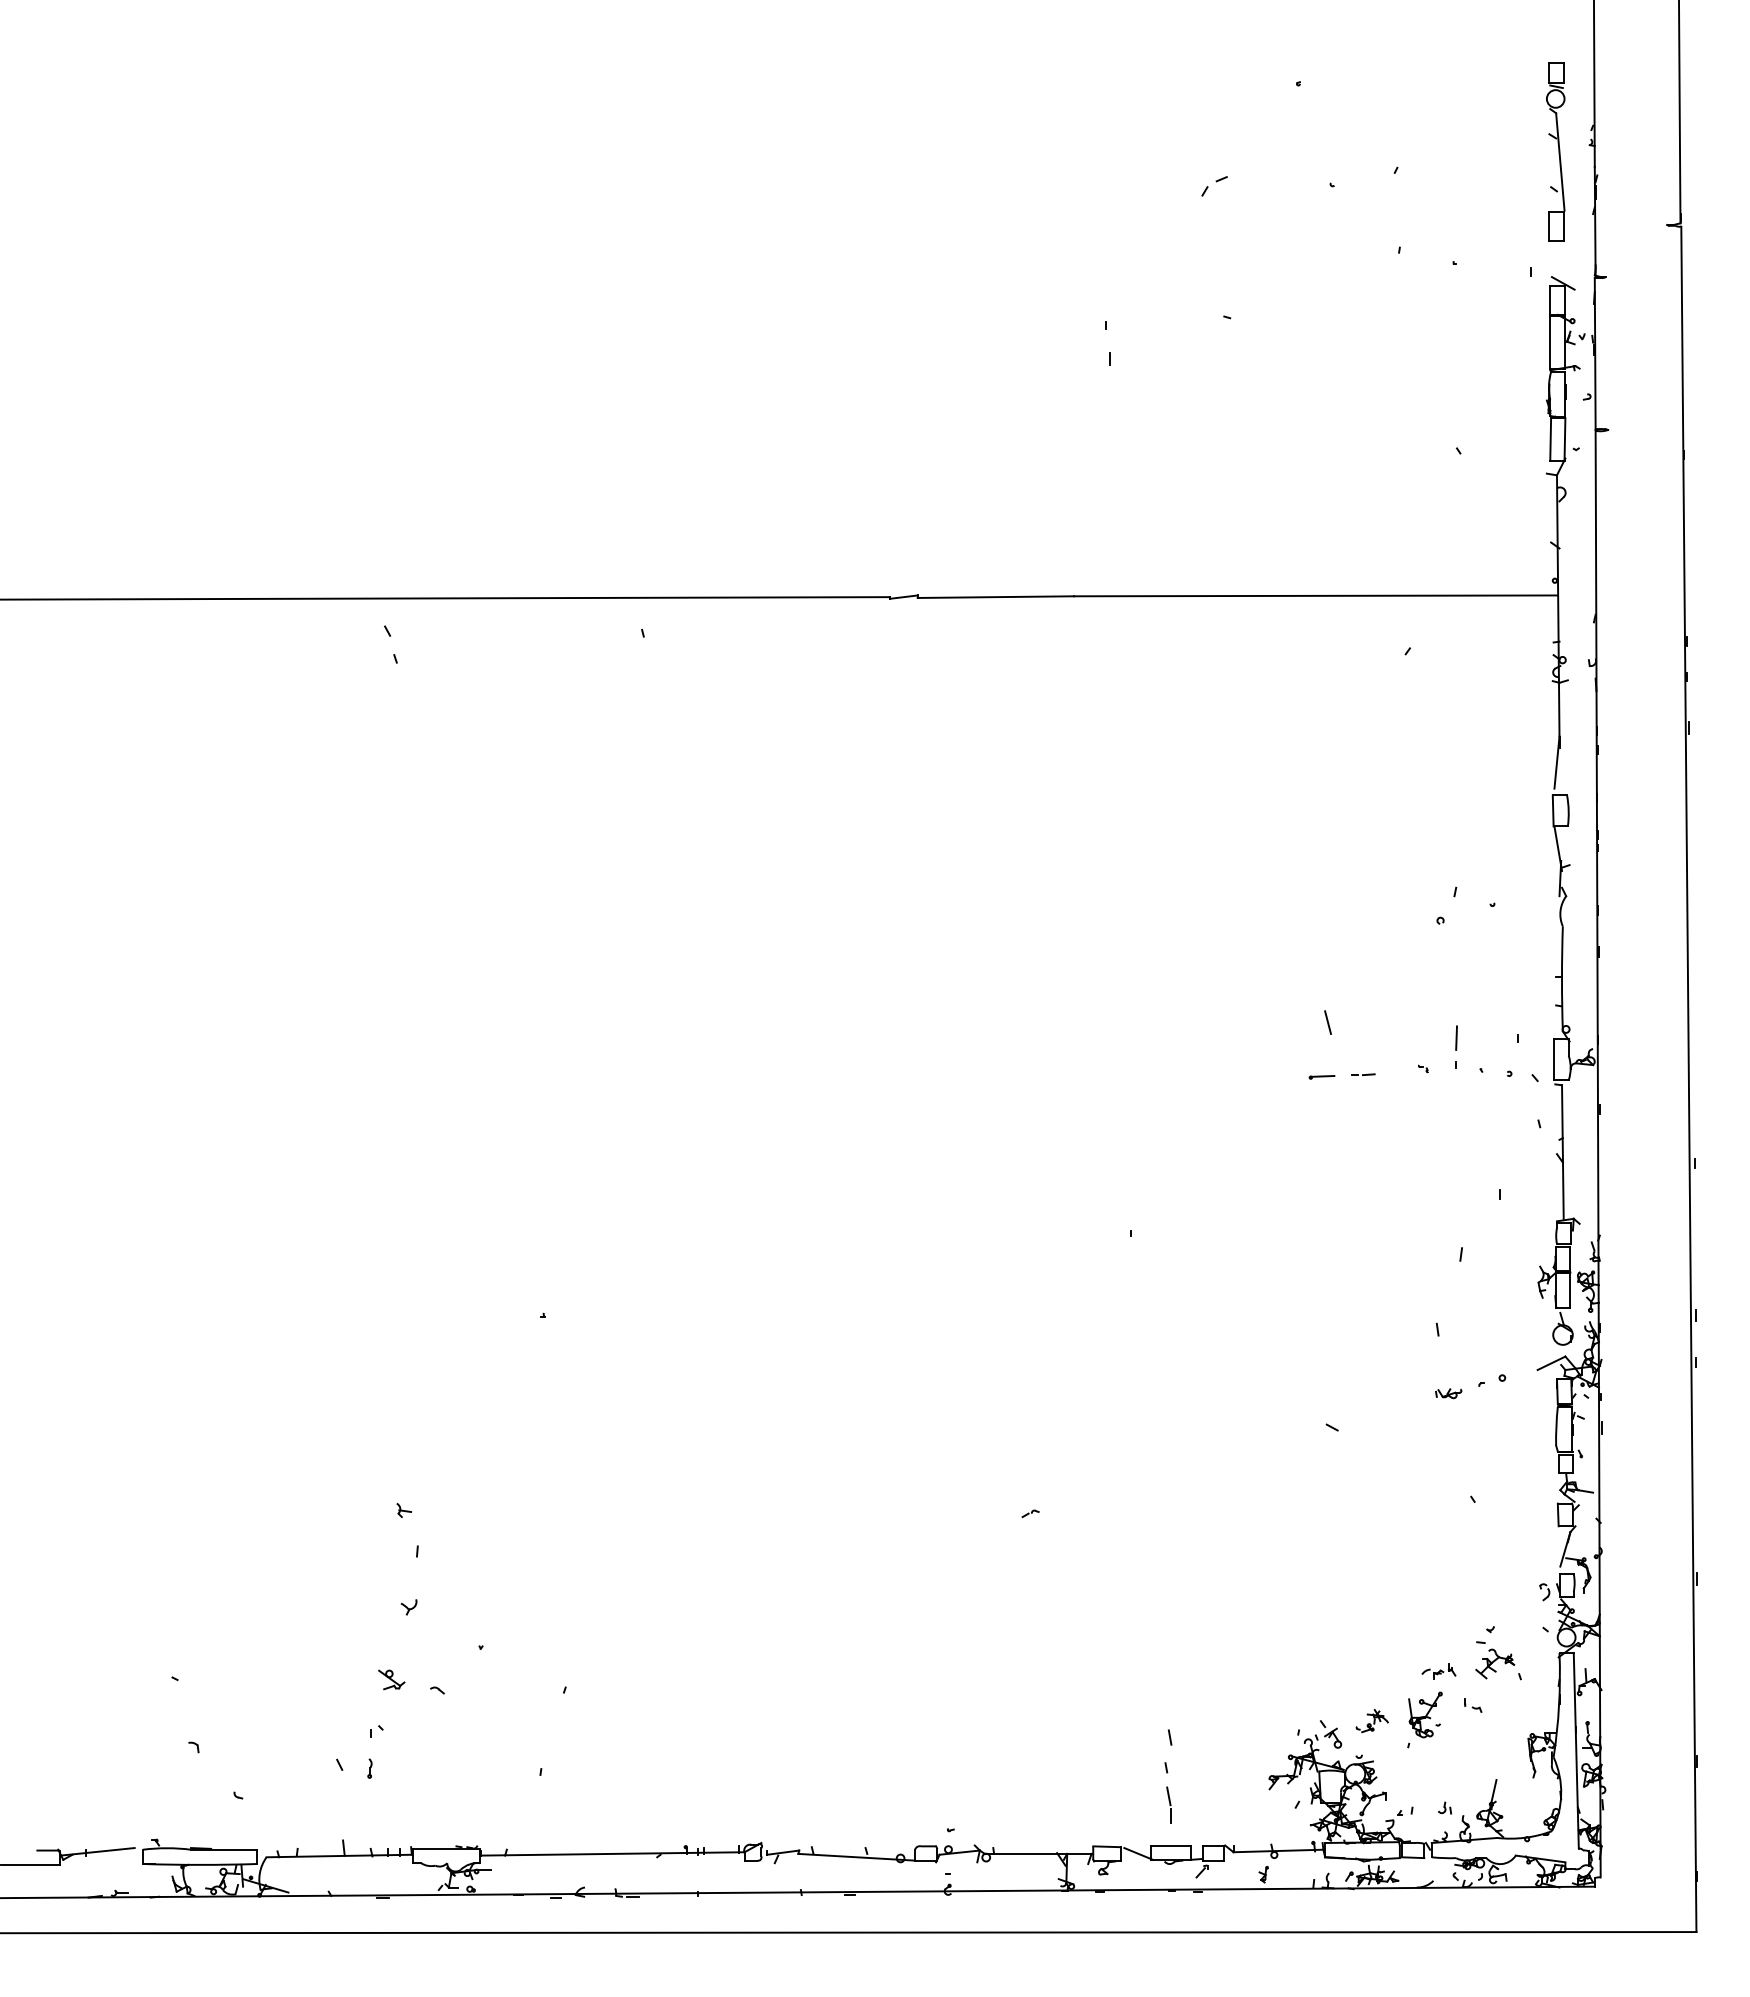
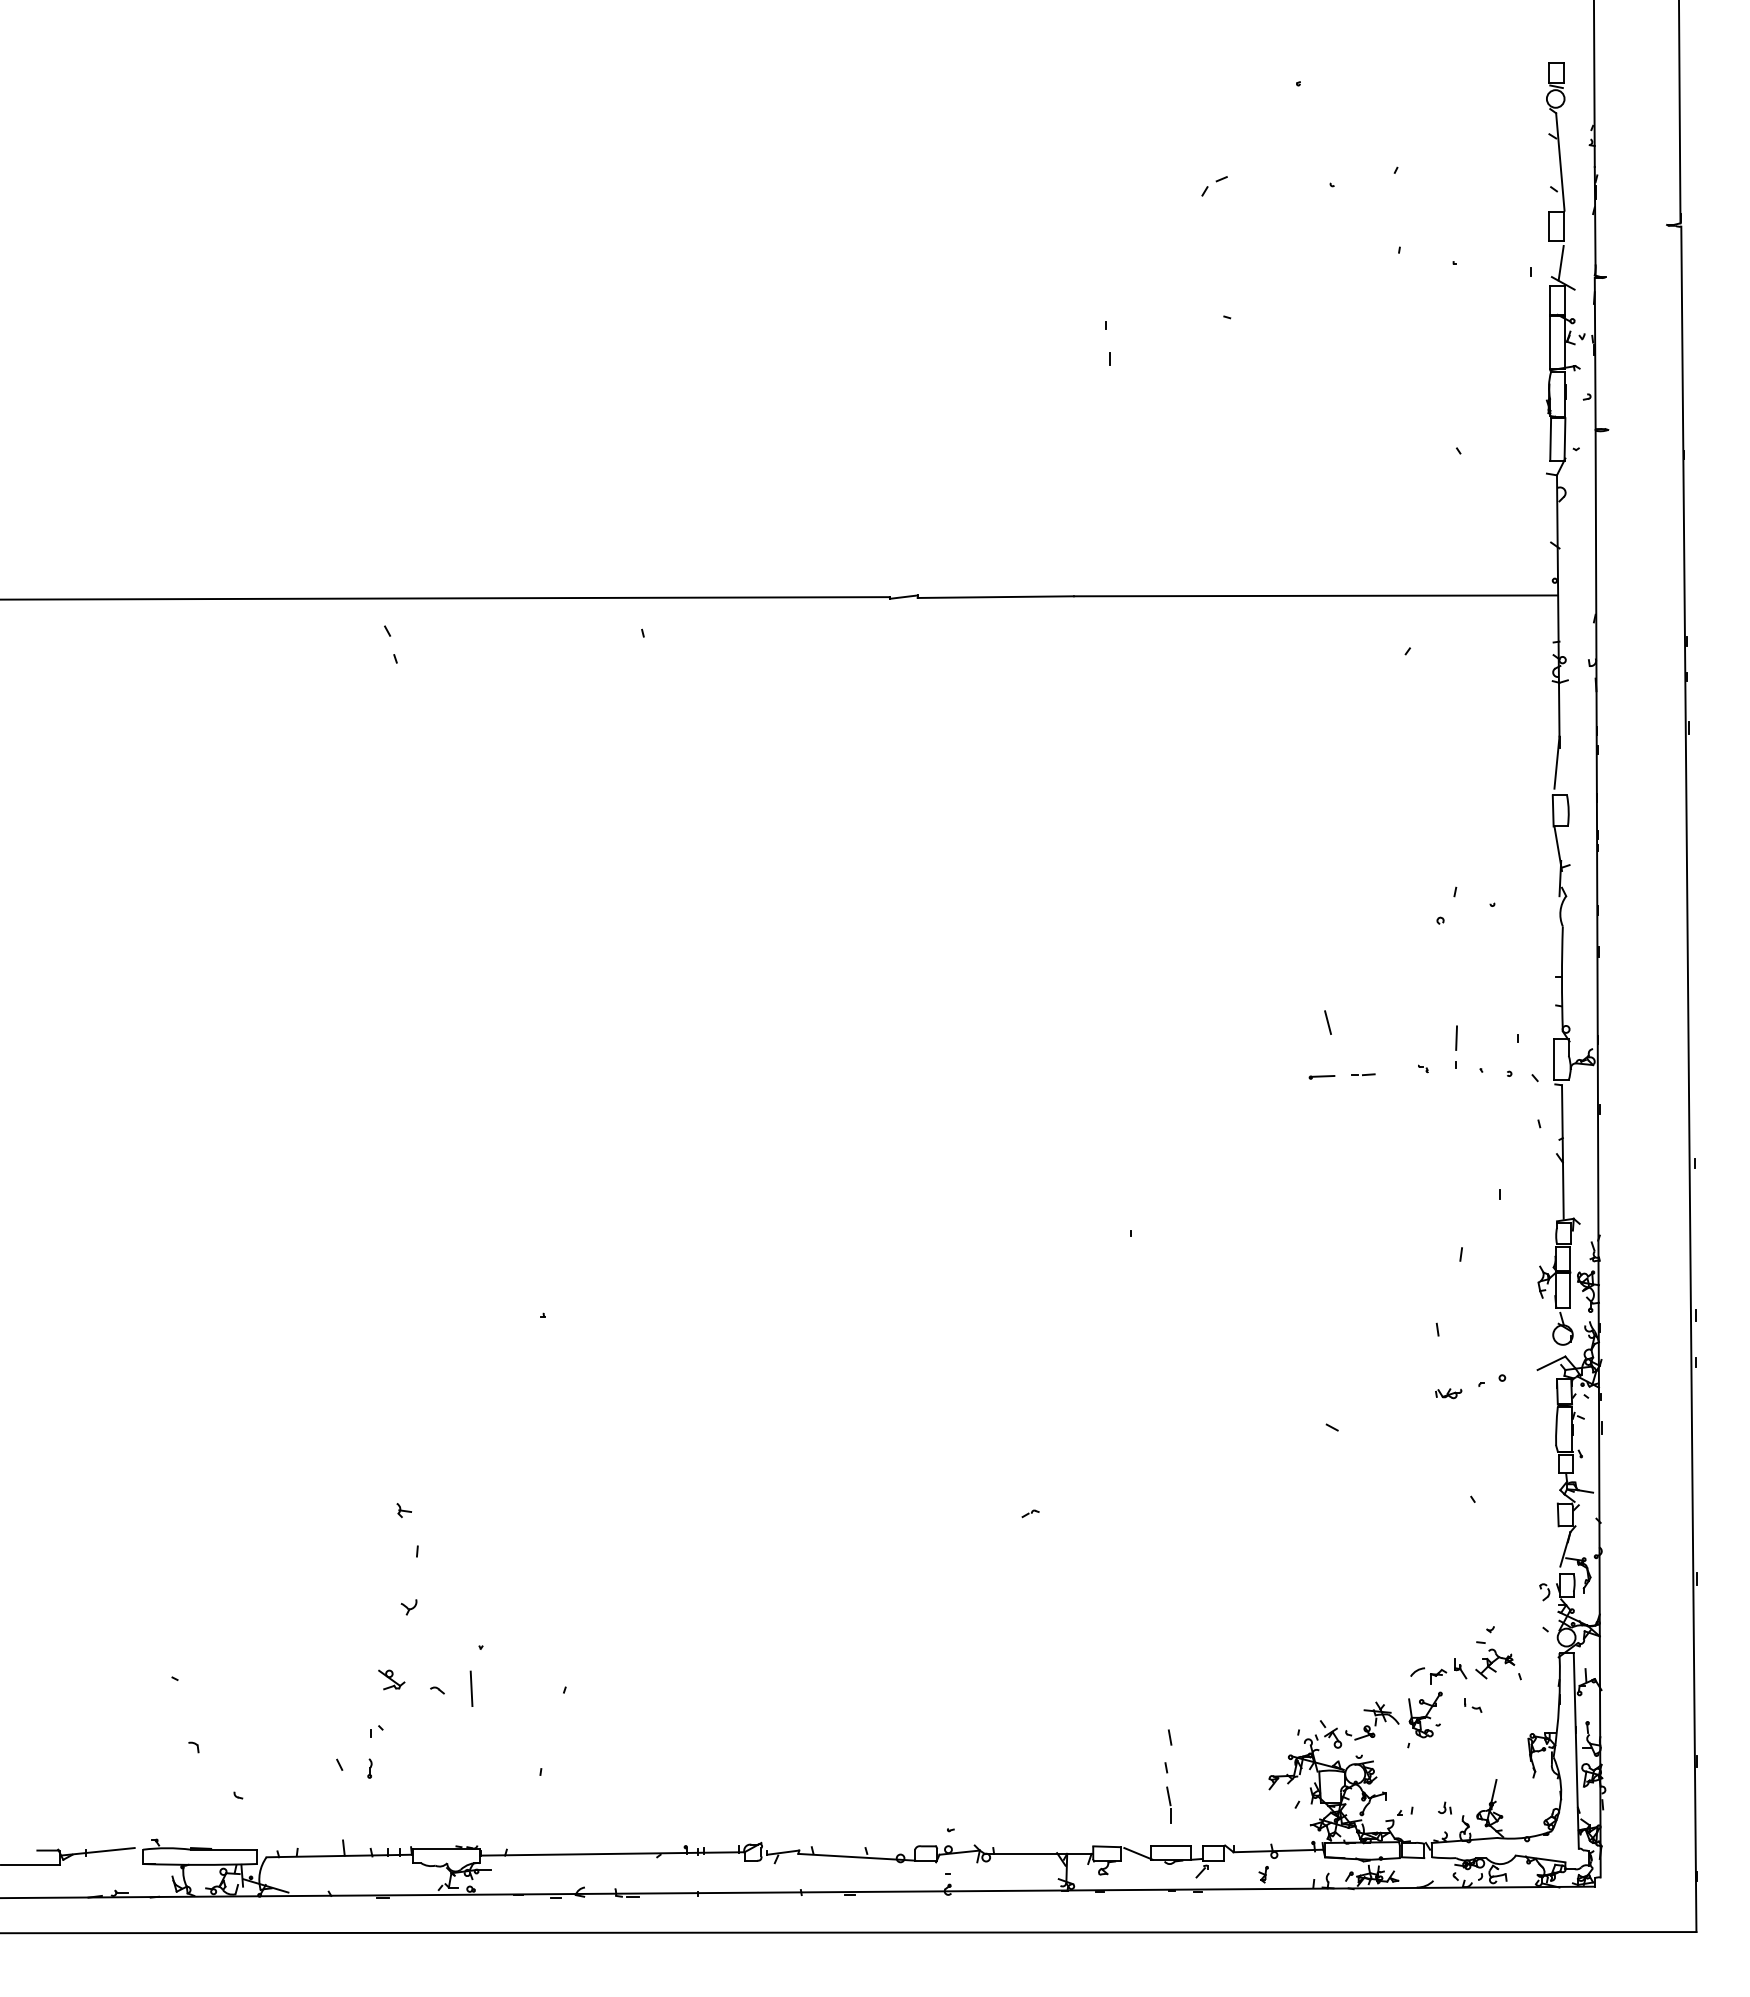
line at (1560, 262): none -> present
part at (1438, 1671) size: 36x17 px -> 58x27 px
line at (471, 1688): none -> present
part at (1371, 1721) size: 34x25 px -> 55x40 px
